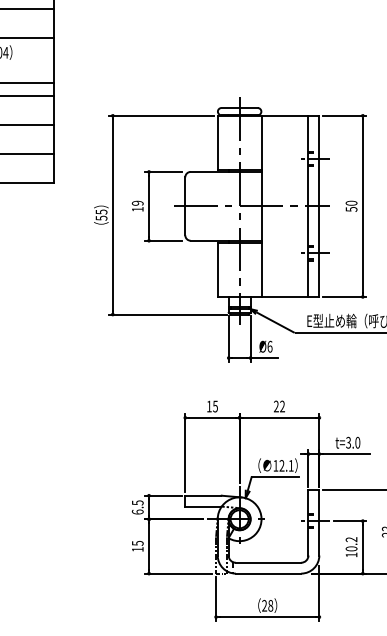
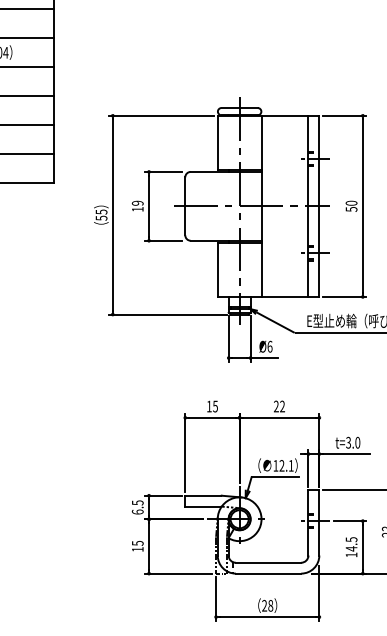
line at (27, 83) position: (27, 83) -> (27, 67)
text at (351, 544): 10.2 -> 14.5
